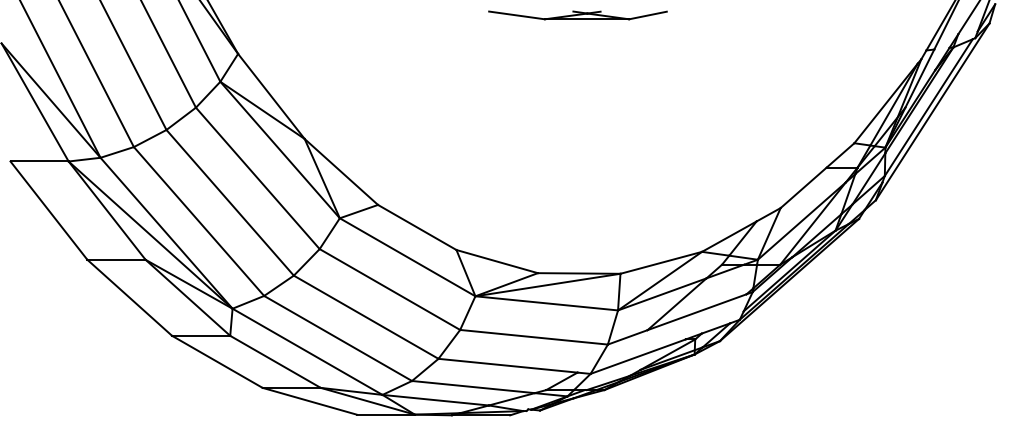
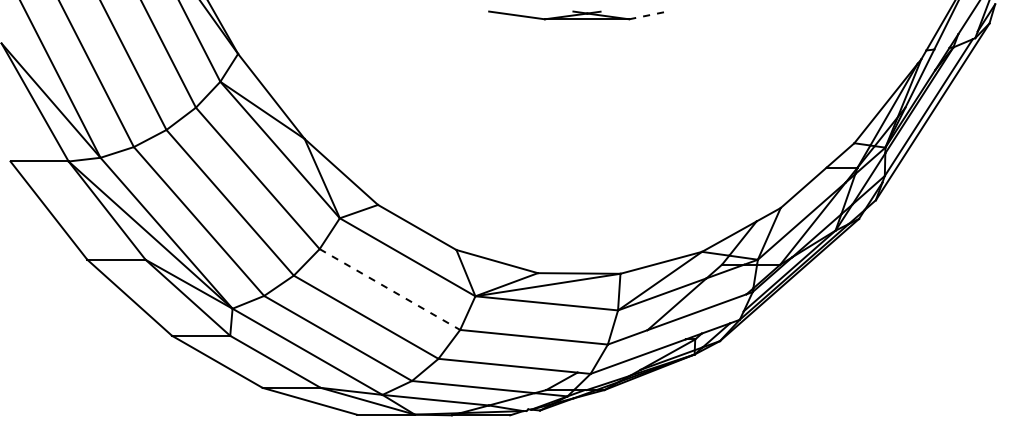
line at (648, 15): solid -> dashed
line at (390, 289): solid -> dashed
